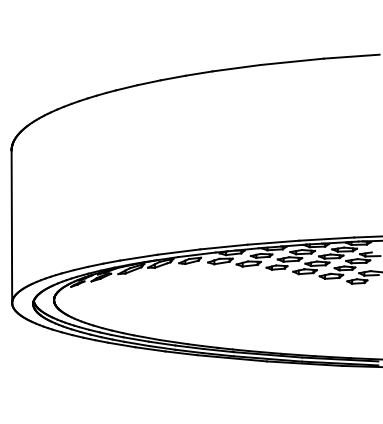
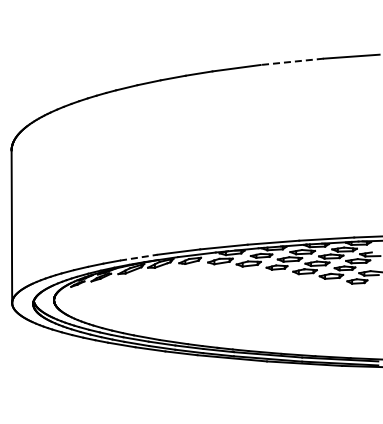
line at (292, 61): solid -> dashed
line at (138, 257): solid -> dashed
